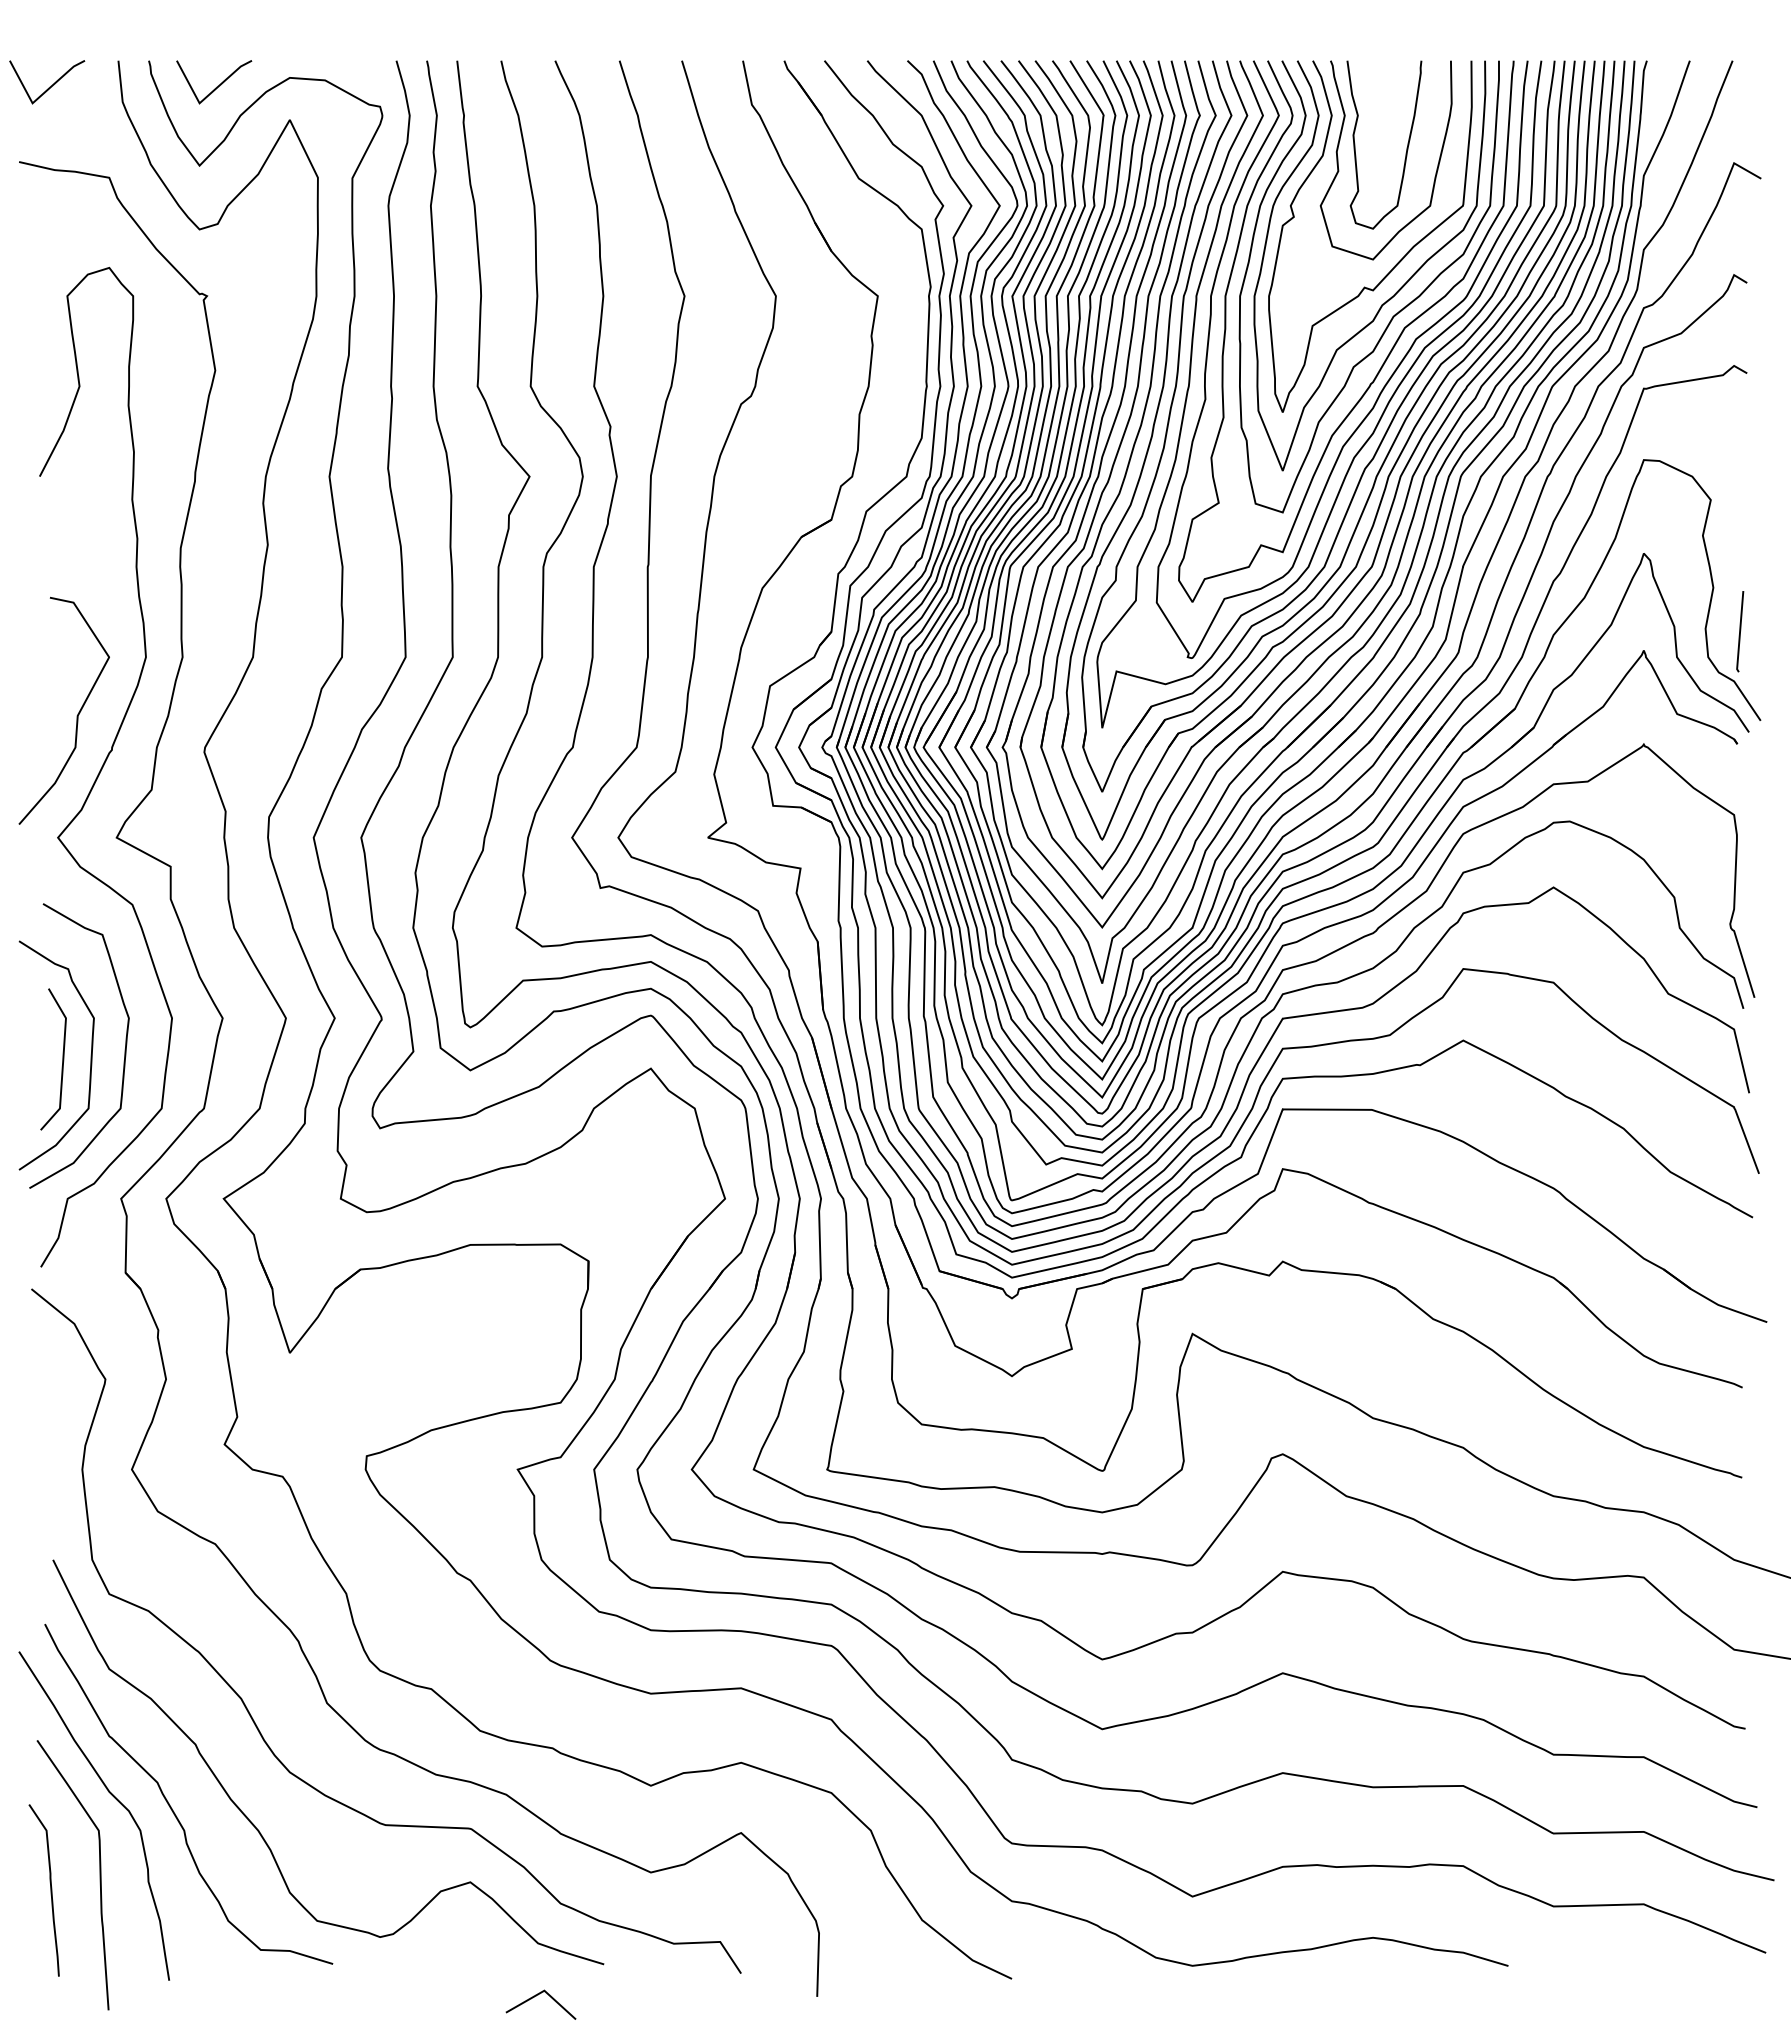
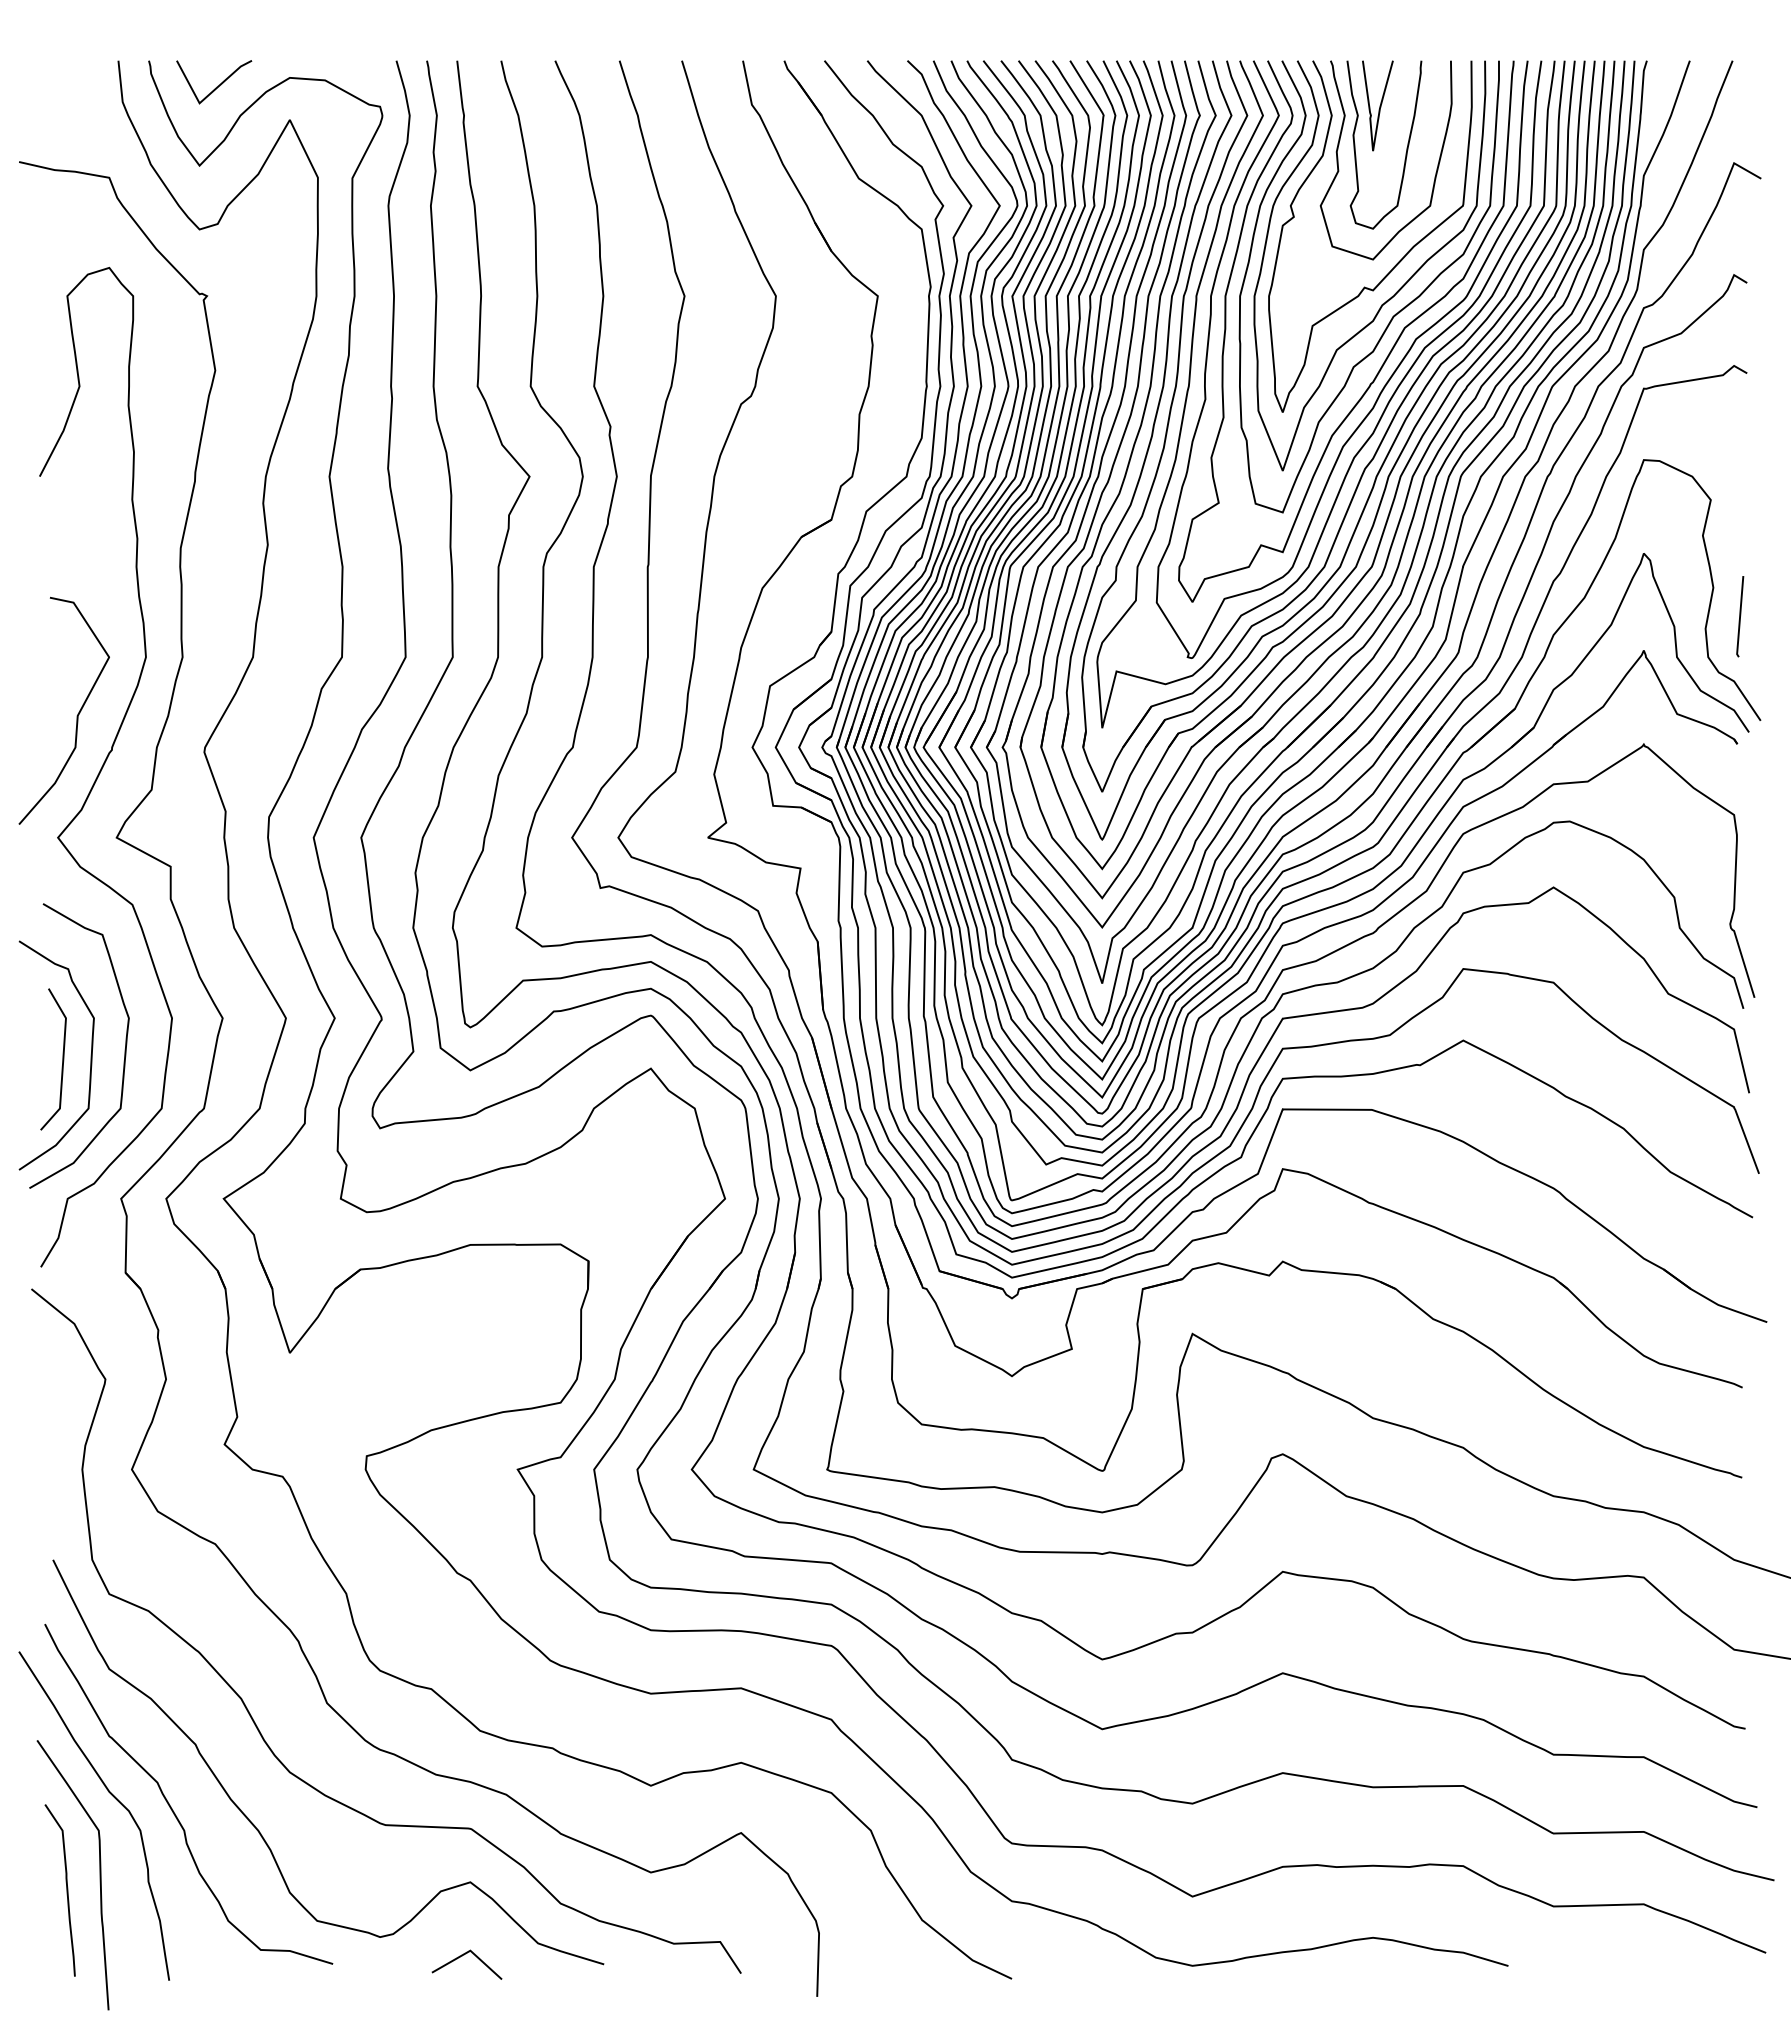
line at (49, 86): present -> none
curve at (1379, 105): none -> present
line at (1740, 631) position: (1740, 631) -> (1740, 616)
curve at (50, 1890) position: (50, 1890) -> (66, 1890)
line at (536, 1996) position: (536, 1996) -> (462, 1956)
